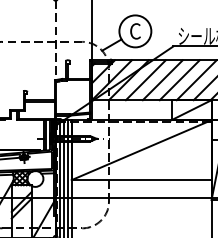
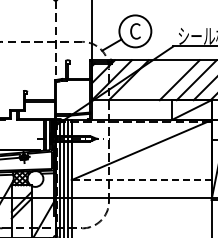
line at (145, 80): present -> none
line at (162, 80): present -> none
line at (141, 180): solid -> dashed
